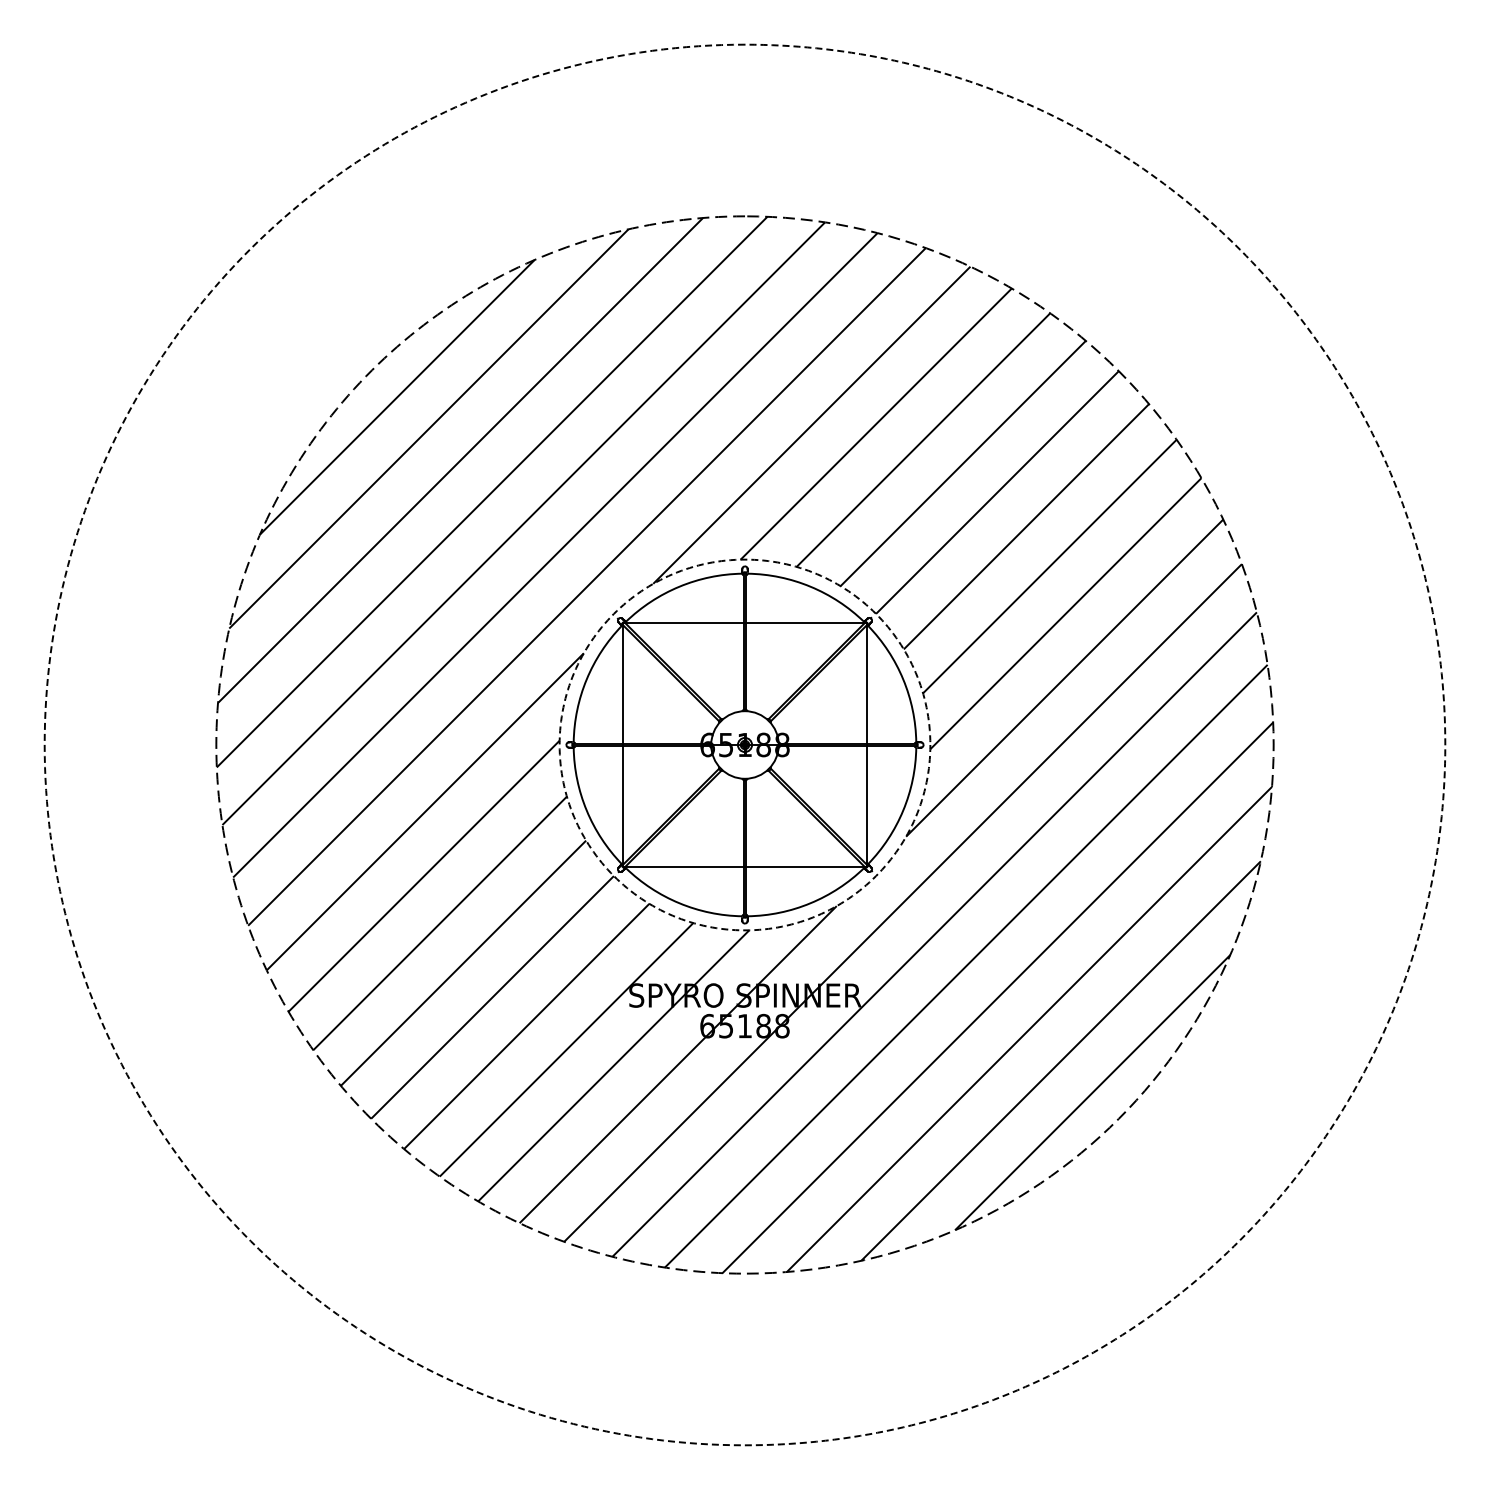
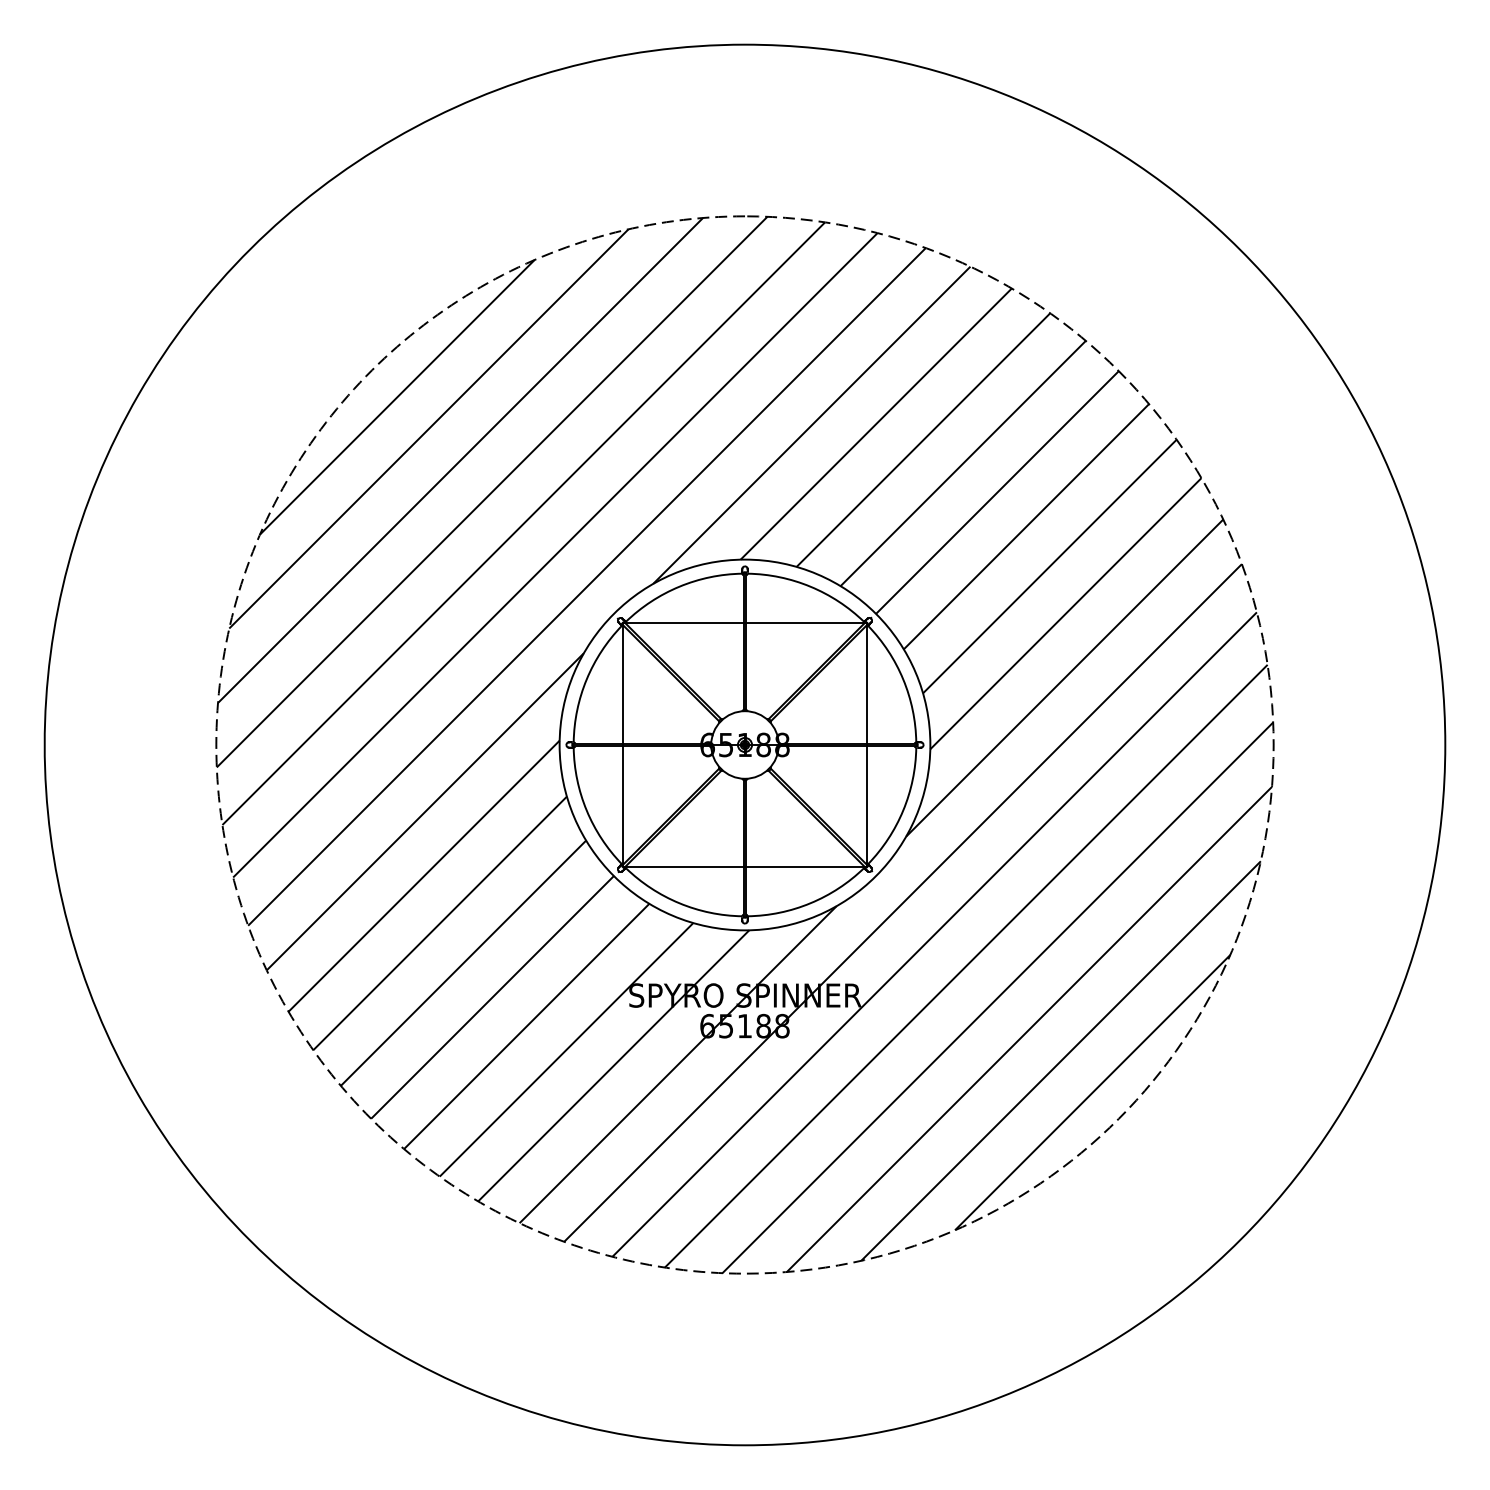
circle at (744, 744): dashed -> solid
line at (766, 1444): dashed -> solid
